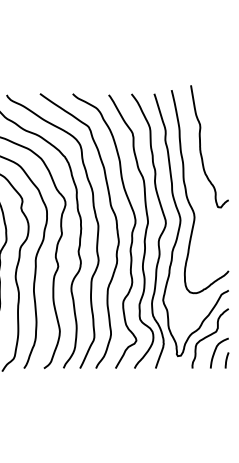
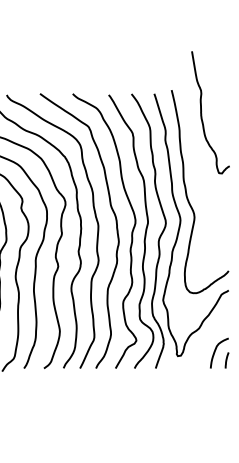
curve at (201, 147) position: (201, 147) -> (202, 113)
curve at (208, 337): present -> none
